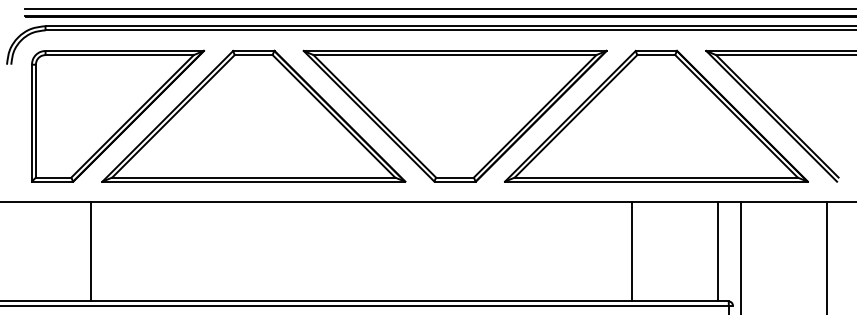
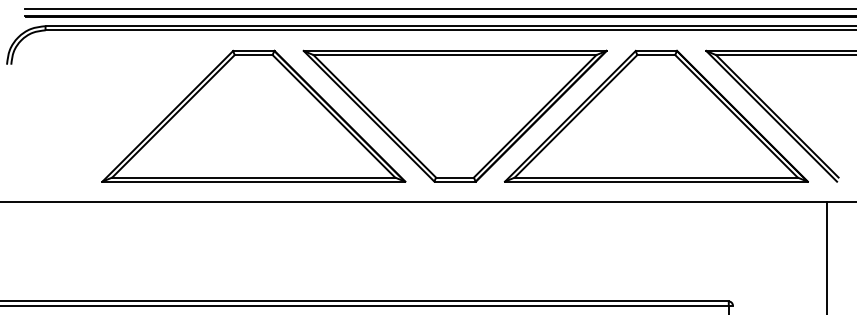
part at (118, 115): present -> none
line at (90, 251): present -> none
line at (631, 251): present -> none
line at (718, 251): present -> none
line at (740, 256): present -> none
